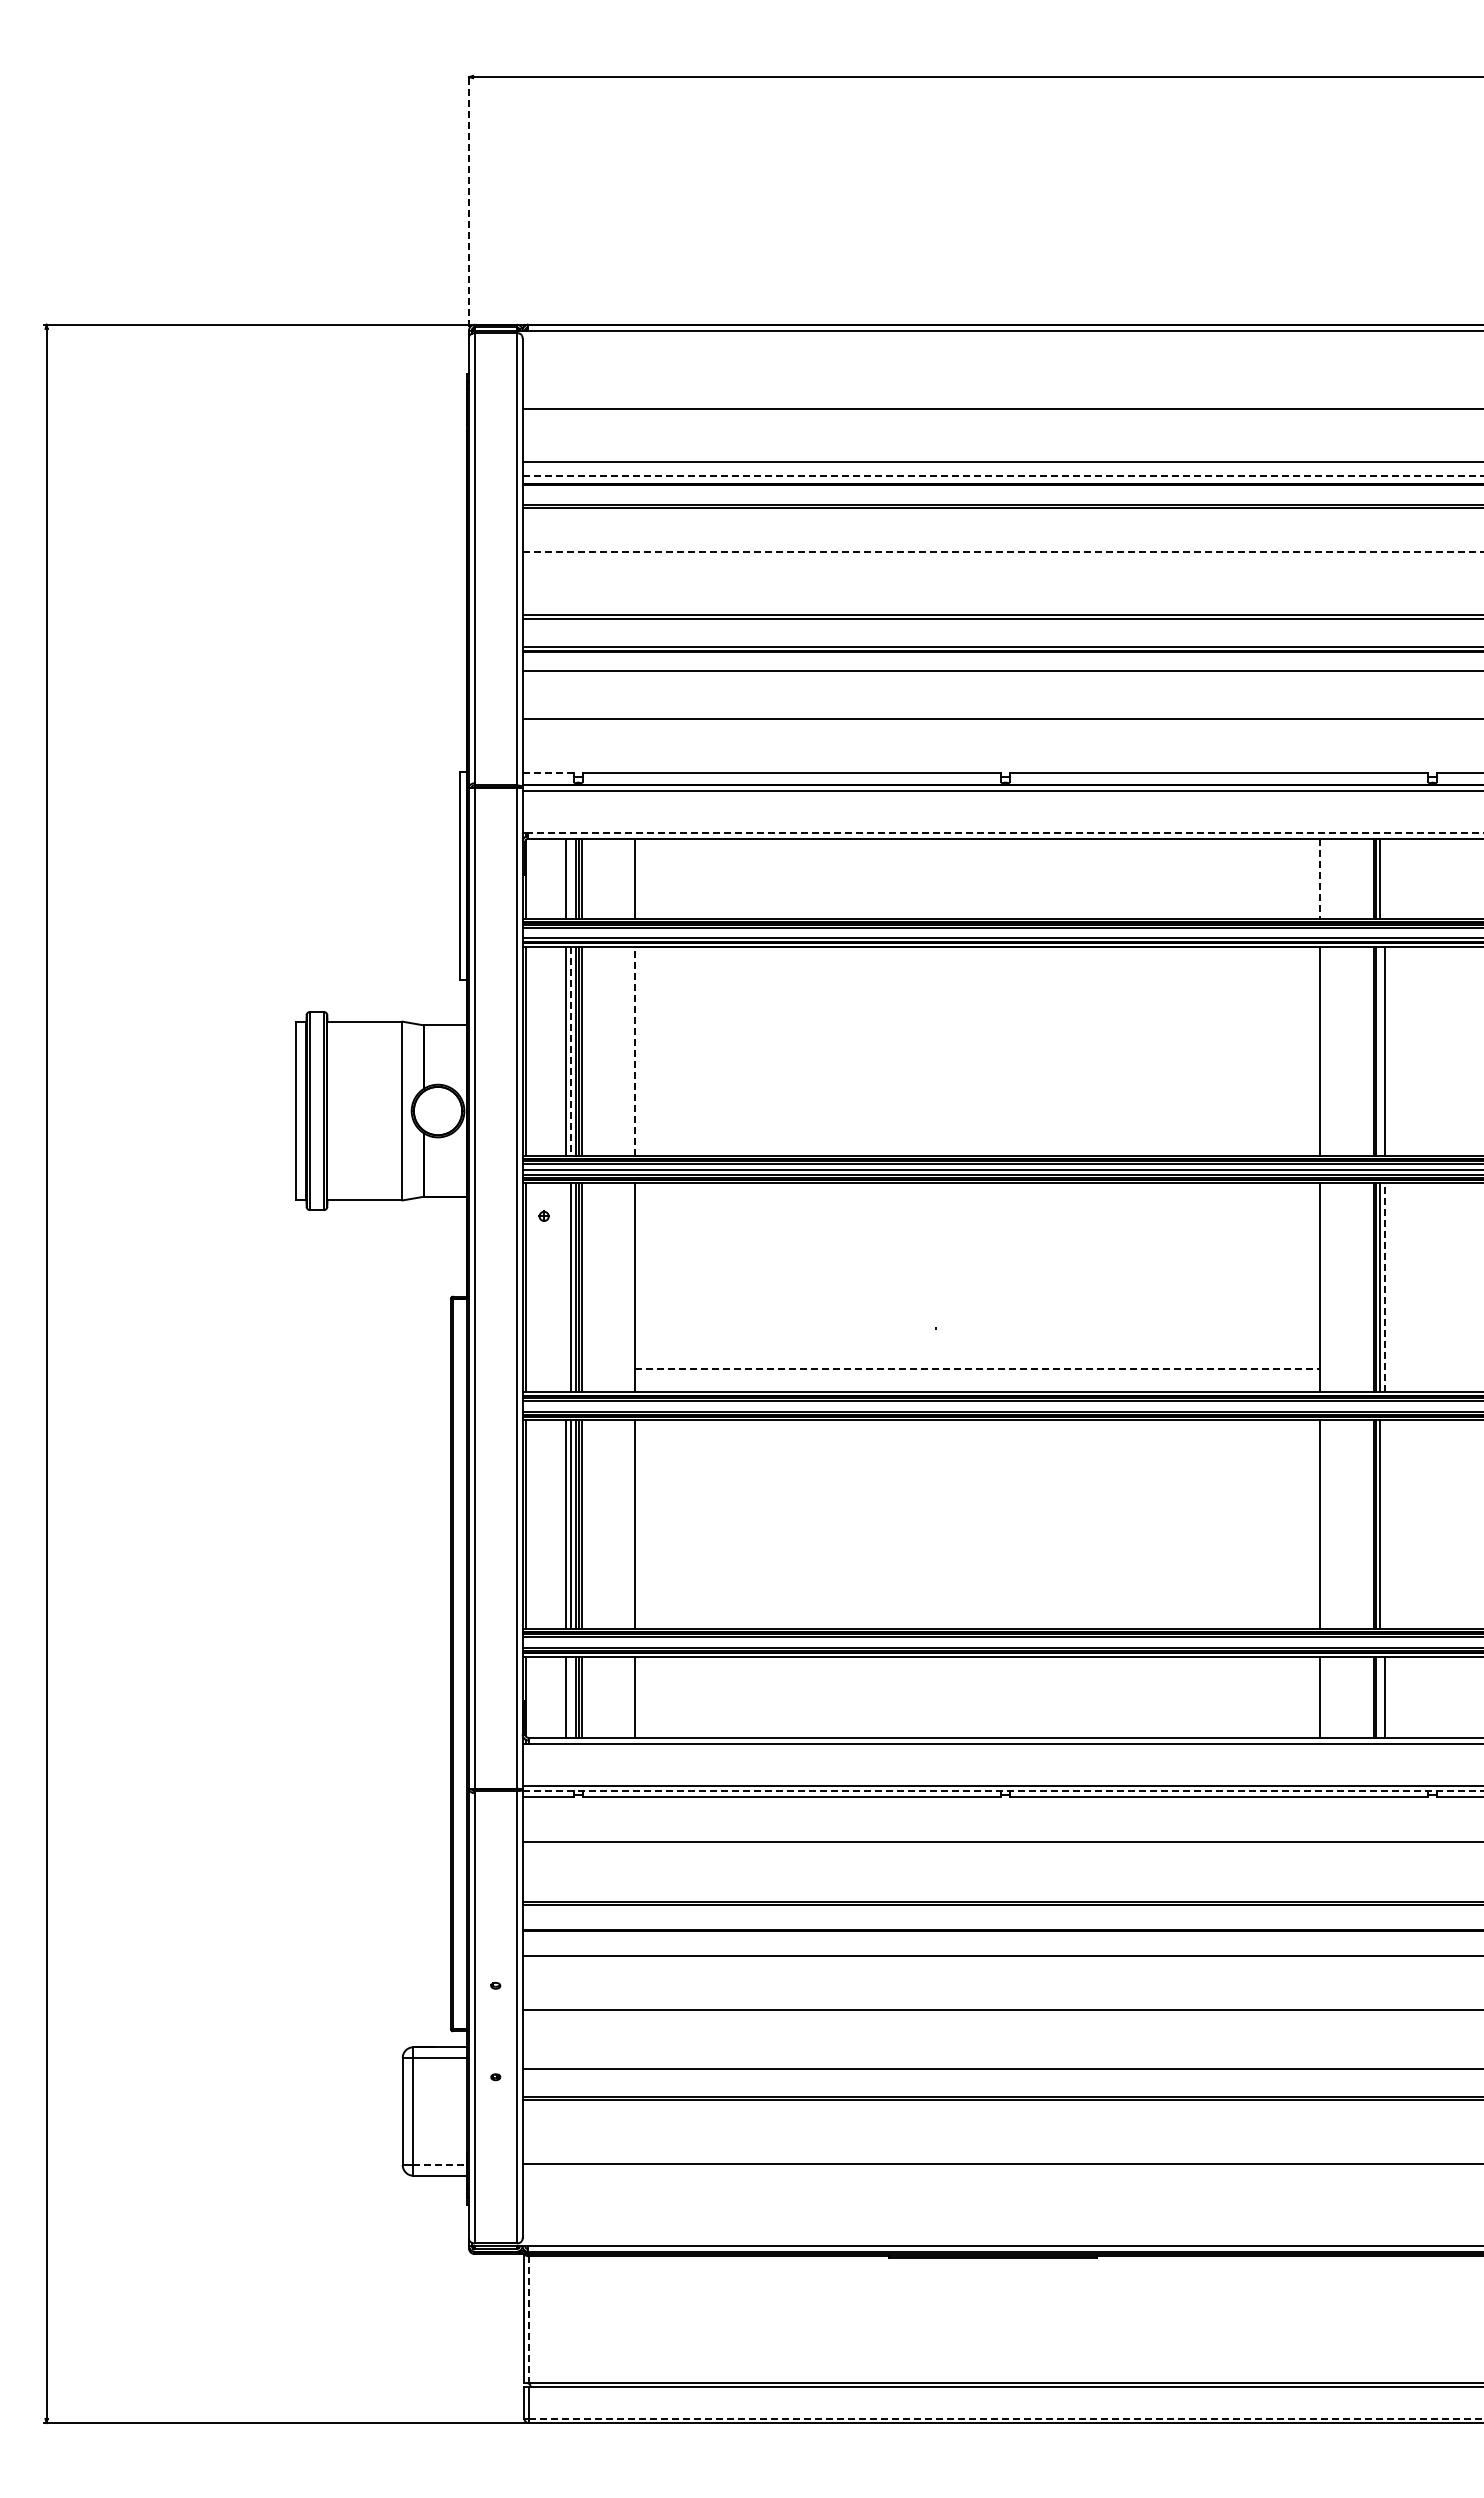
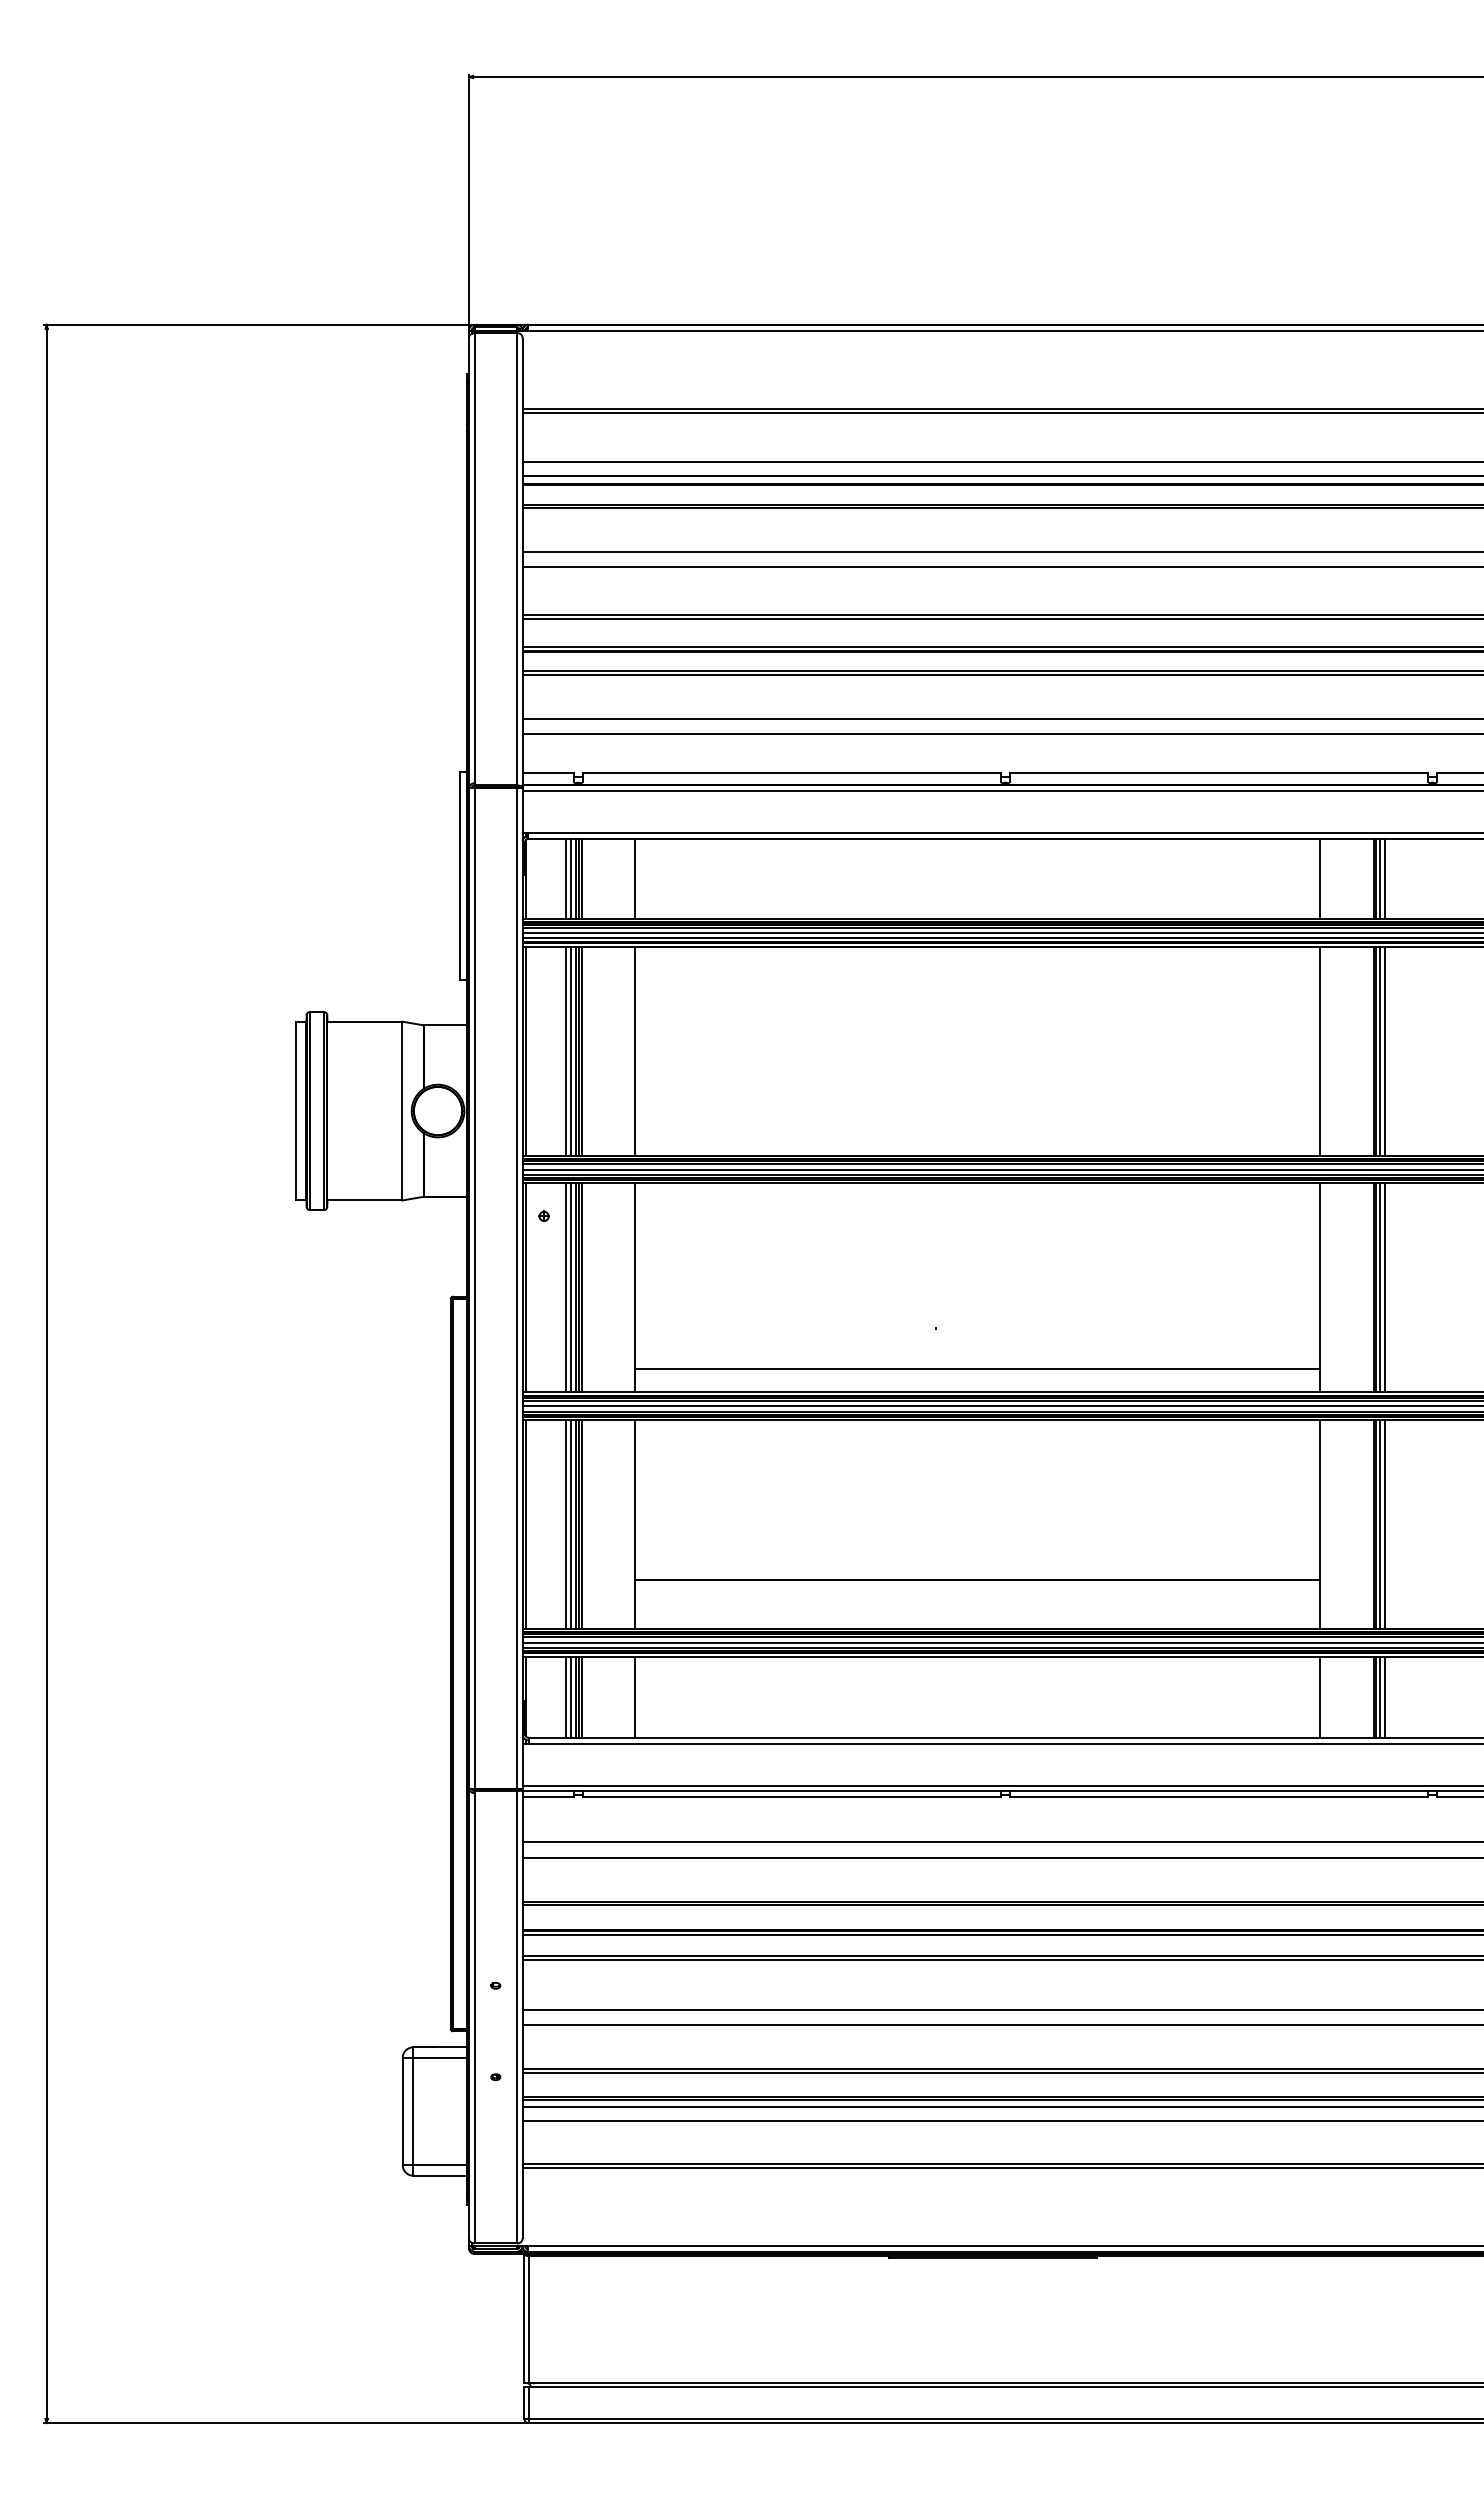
line at (469, 205): dashed -> solid
line at (1001, 412): none -> present
line at (1003, 476): dashed -> solid
line at (1003, 551): dashed -> solid
line at (1001, 566): none -> present
line at (1001, 674): none -> present
line at (1001, 734): none -> present
line at (548, 772): dashed -> solid
line at (1005, 832): dashed -> solid
line at (570, 878): none -> present
line at (1384, 878): none -> present
line at (1320, 879): dashed -> solid
line at (1001, 933): none -> present
line at (635, 1050): dashed -> solid
line at (1379, 1050): none -> present
line at (570, 1051): dashed -> solid
line at (565, 1287): none -> present
line at (1384, 1287): dashed -> solid
line at (977, 1369): dashed -> solid
line at (1001, 1406): none -> present
line at (1384, 1523): none -> present
line at (977, 1580): none -> present
line at (1001, 1642): none -> present
line at (570, 1696): none -> present
line at (1379, 1696): none -> present
line at (1003, 1791): dashed -> solid
line at (1001, 1857): none -> present
line at (1001, 1934): none -> present
line at (1001, 1960): none -> present
line at (1001, 2024): none -> present
line at (1001, 2072): none -> present
line at (1001, 2107): none -> present
line at (1001, 2121): none -> present
line at (440, 2165): dashed -> solid
line at (1001, 2167): none -> present
line at (528, 2320): dashed -> solid
line at (1005, 2418): dashed -> solid
